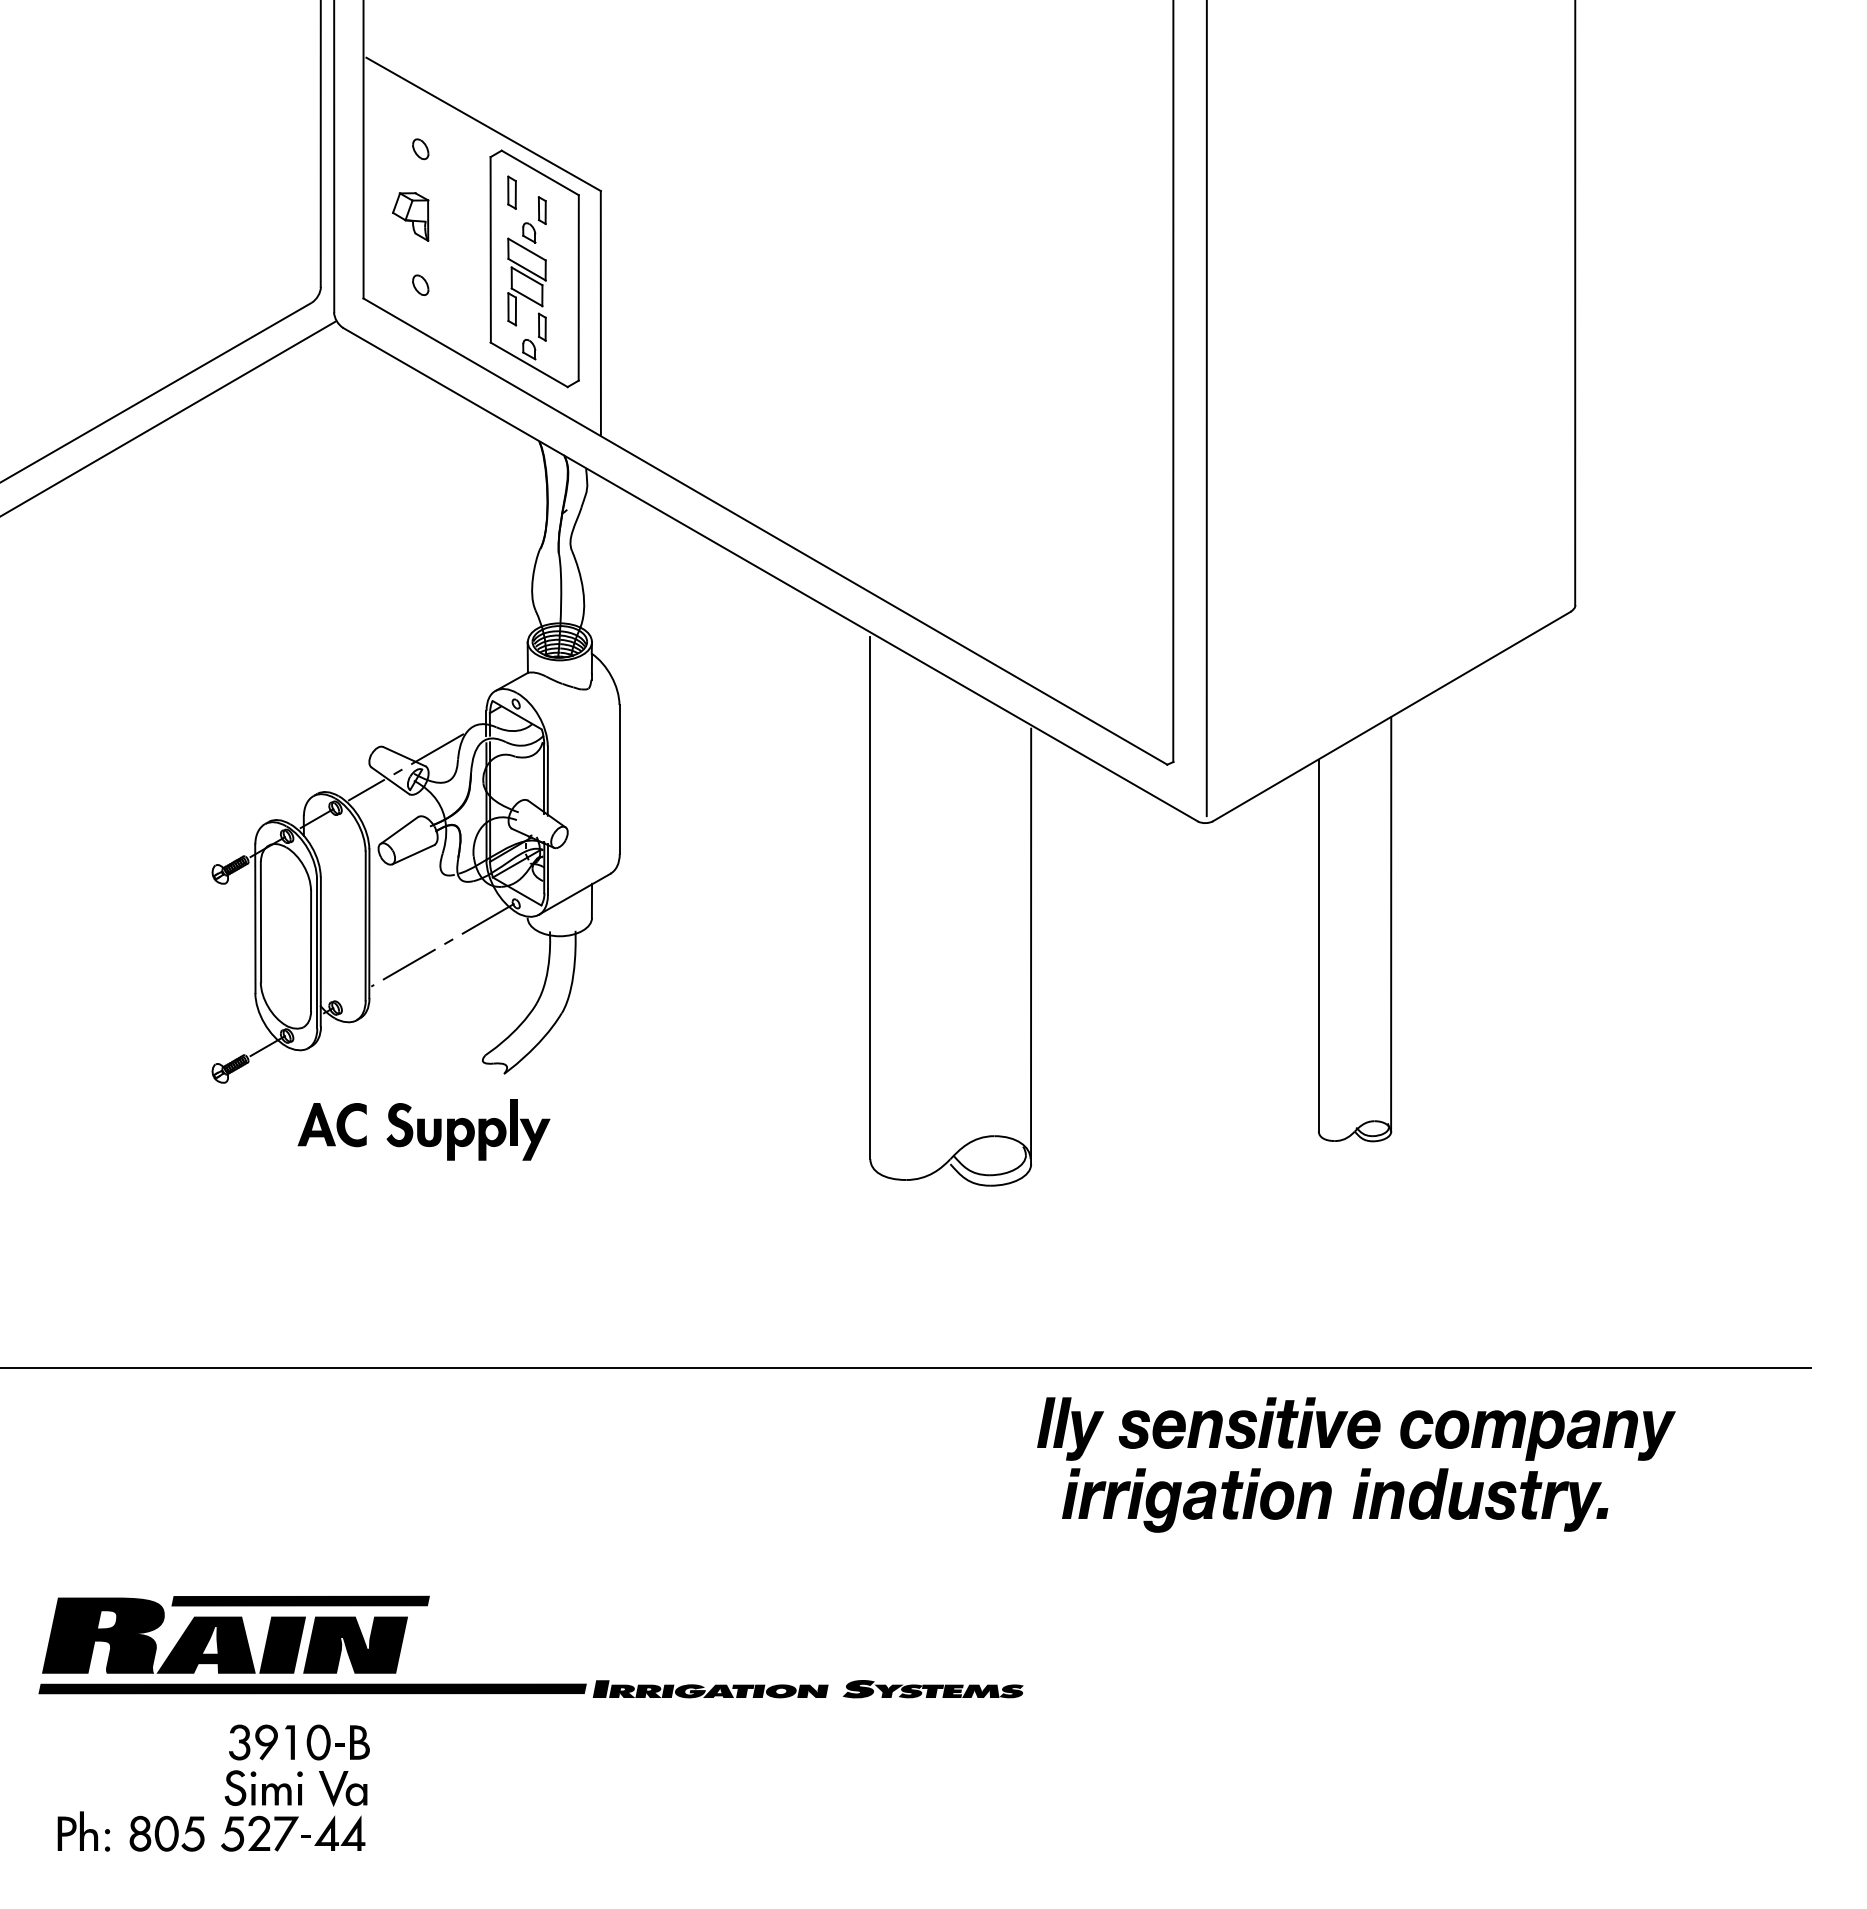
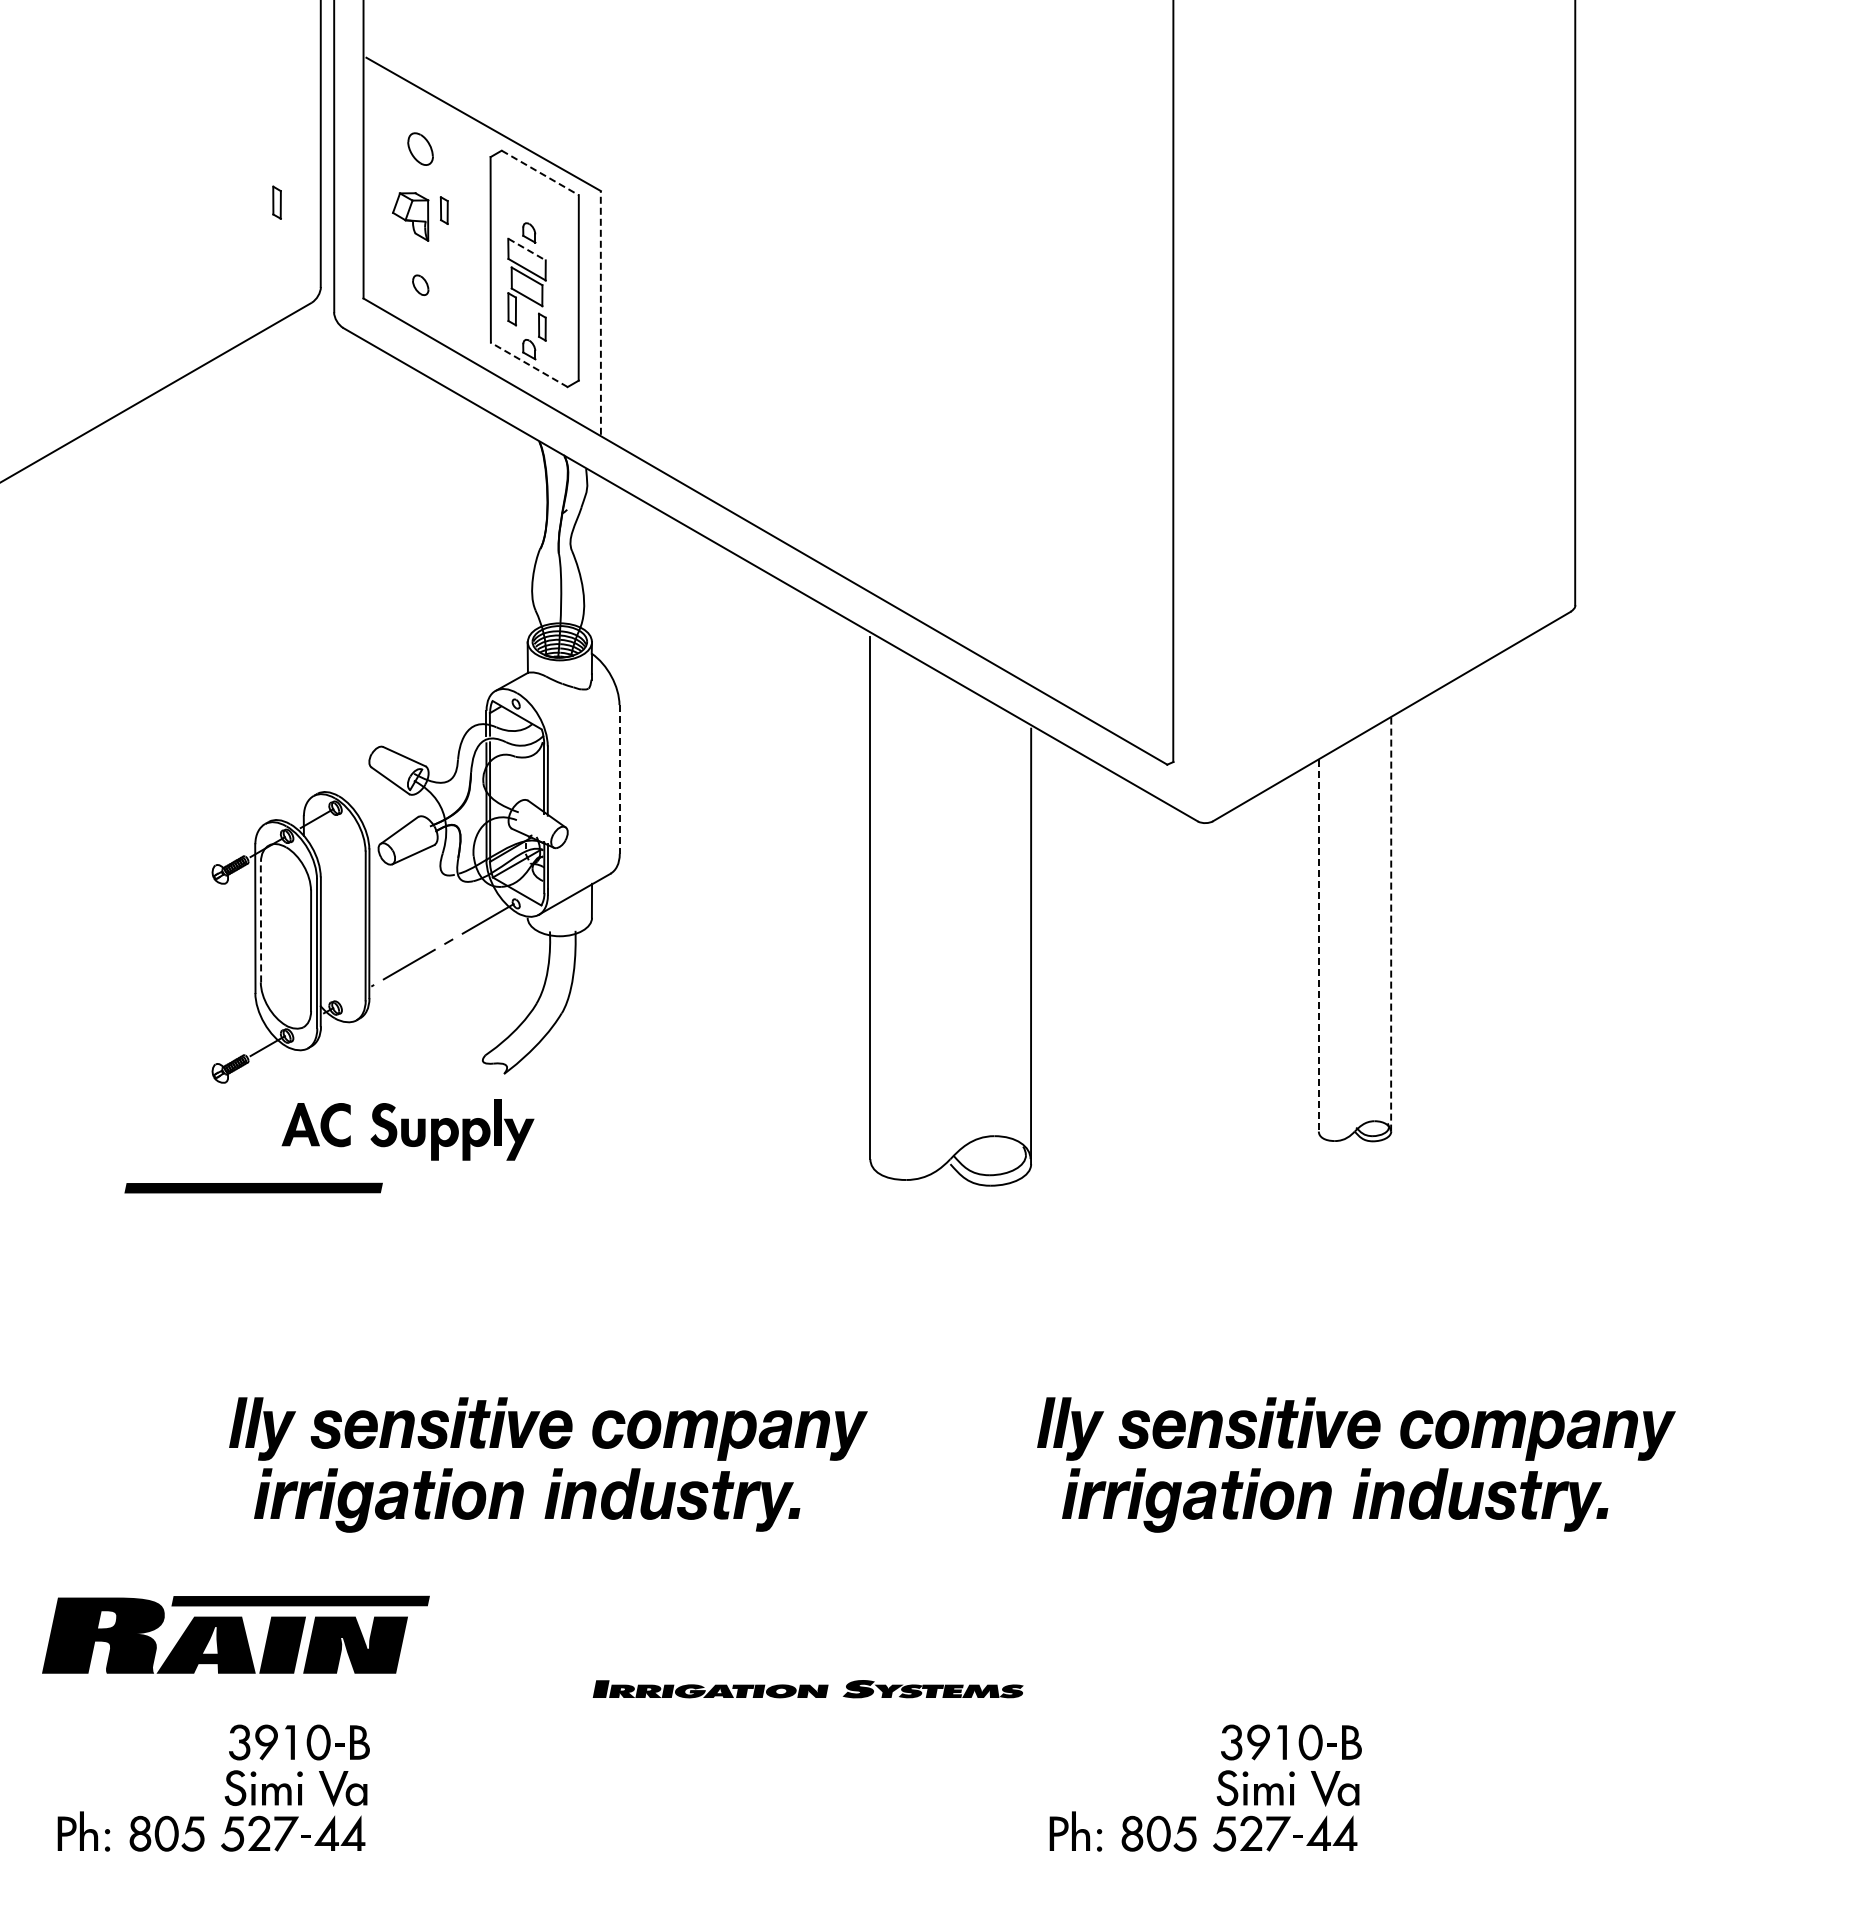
part at (420, 149) size: 18x23 px -> 27x34 px
line at (540, 173): solid -> dashed
part at (511, 192) position: (511, 192) -> (276, 202)
part at (541, 210) position: (541, 210) -> (443, 210)
line at (527, 249): solid -> dashed
line at (600, 312): solid -> dashed
line at (529, 364): solid -> dashed
line at (1206, 409): present -> none
line at (168, 418): present -> none
line at (405, 766): present -> none
line at (619, 779): solid -> dashed
line at (260, 921): solid -> dashed
line at (1391, 924): solid -> dashed
line at (1318, 945): solid -> dashed
part at (423, 1129) position: (423, 1129) -> (407, 1129)
part at (253, 1187): none -> present
line at (906, 1368): present -> none
part at (554, 1468): none -> present
part at (312, 1688): present -> none
part at (1216, 1796): none -> present
